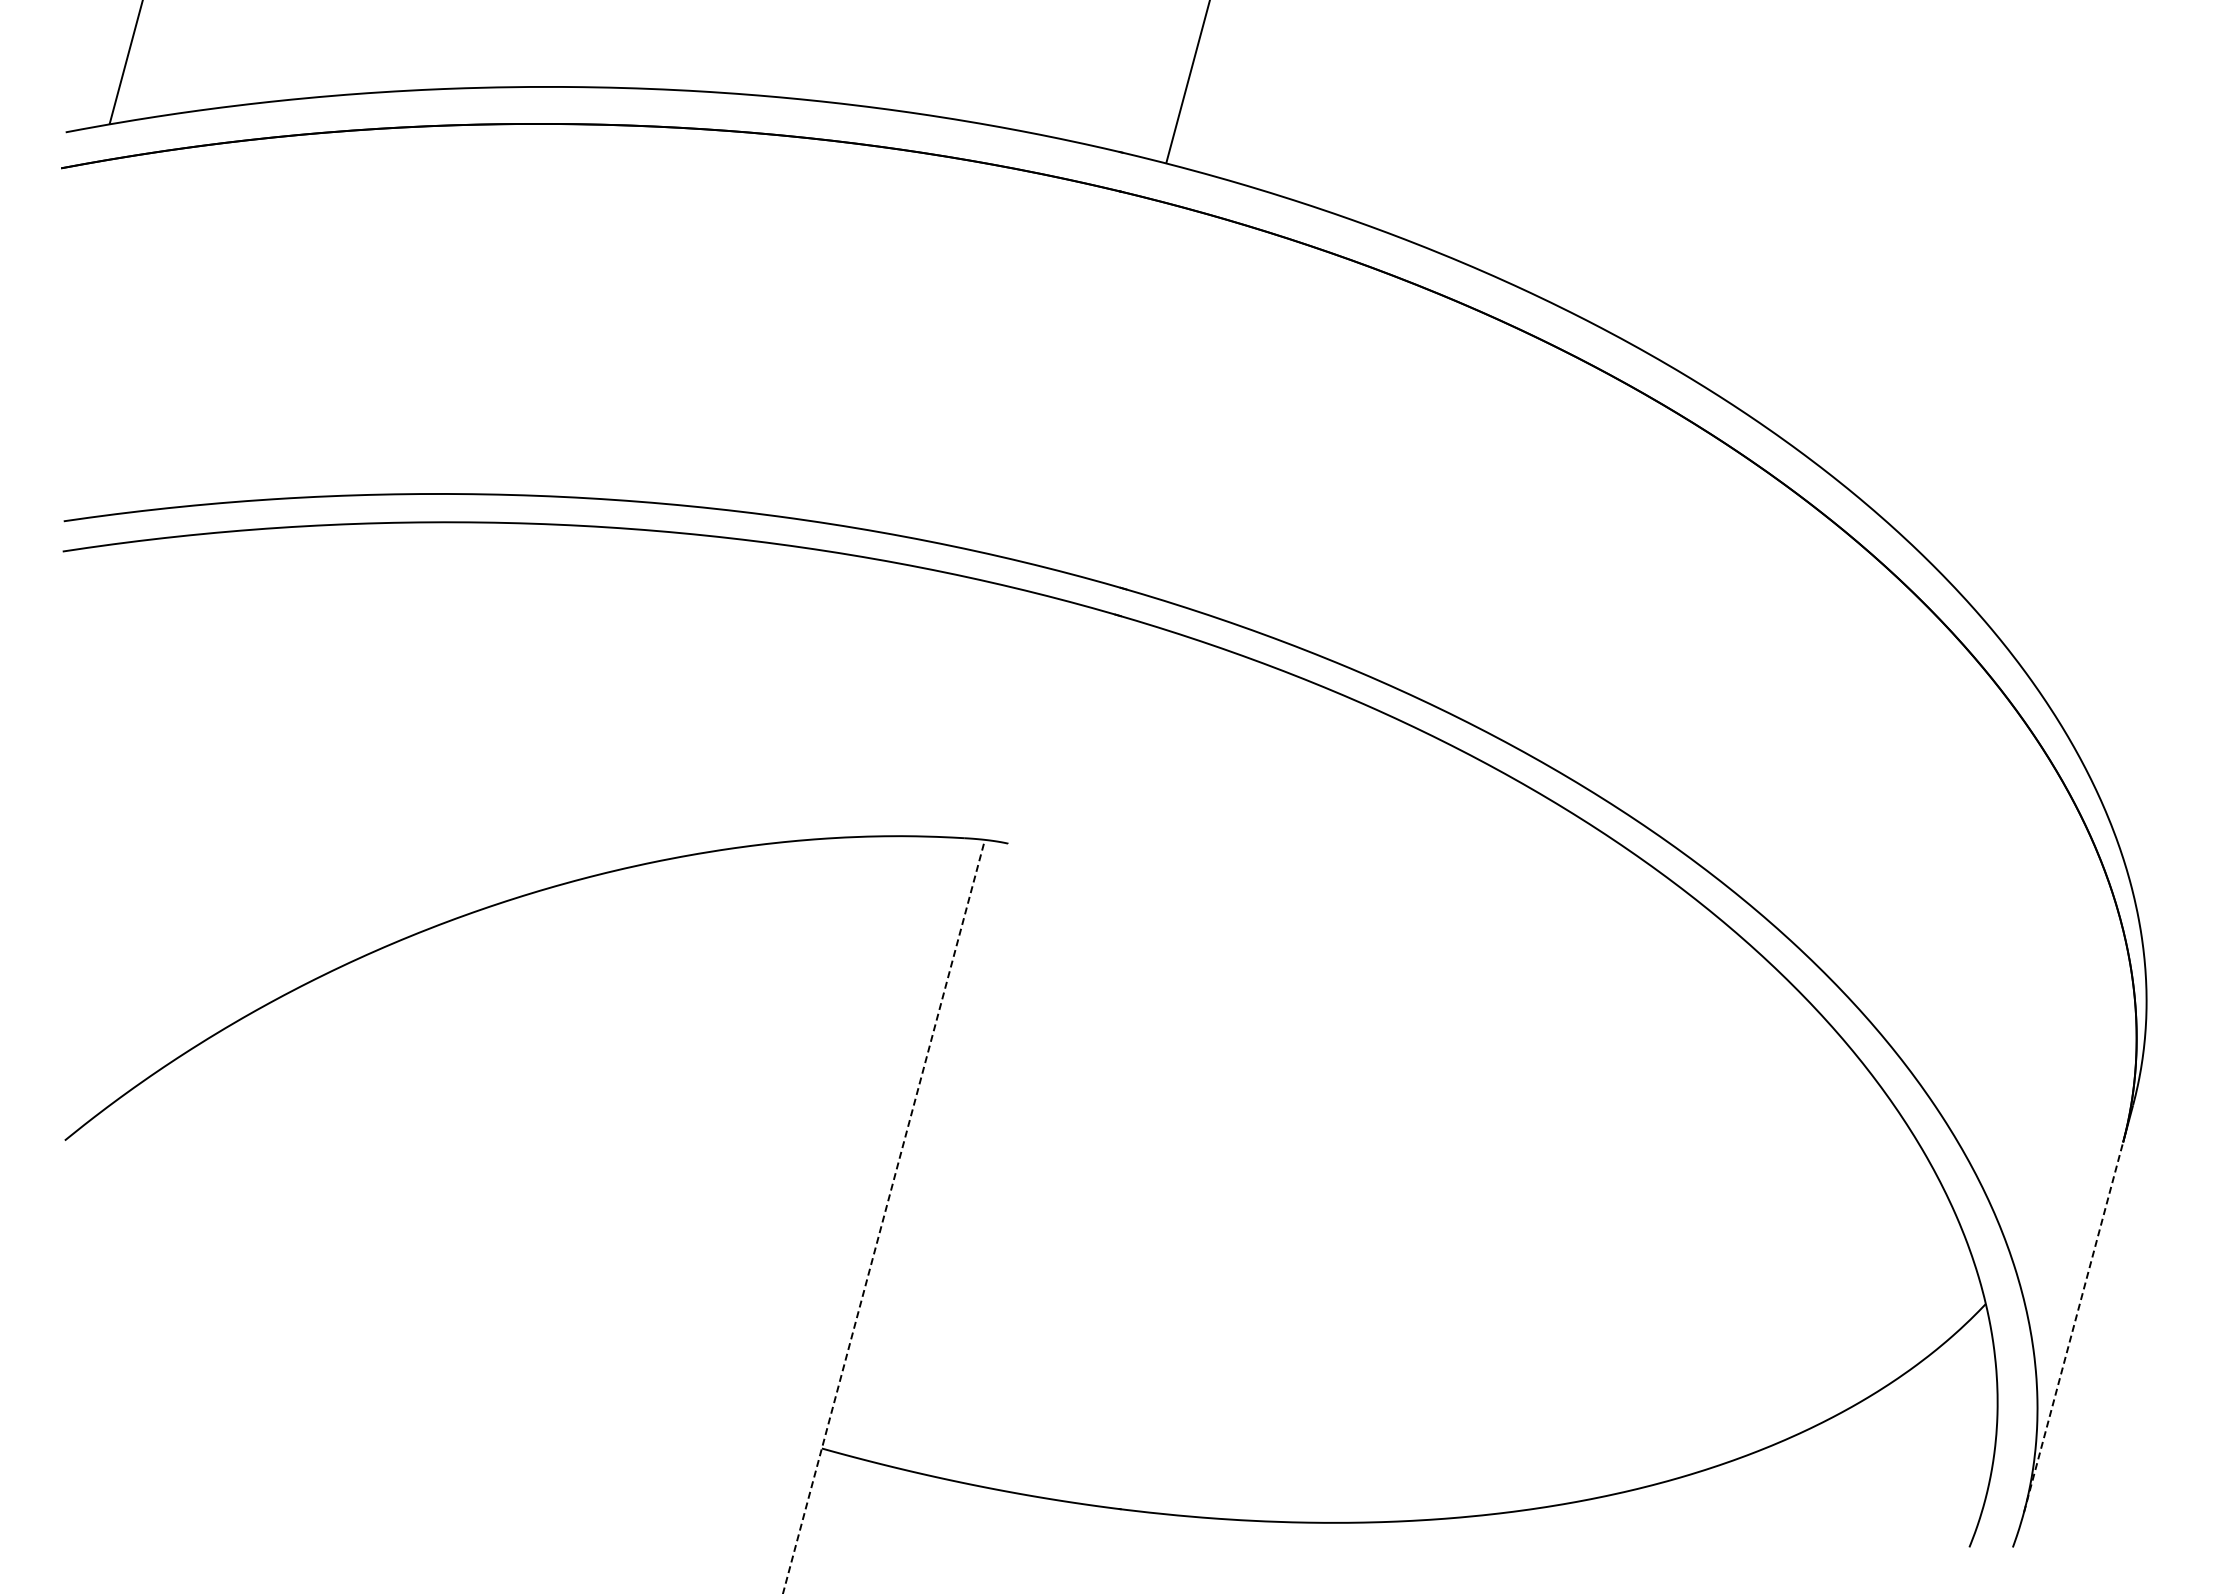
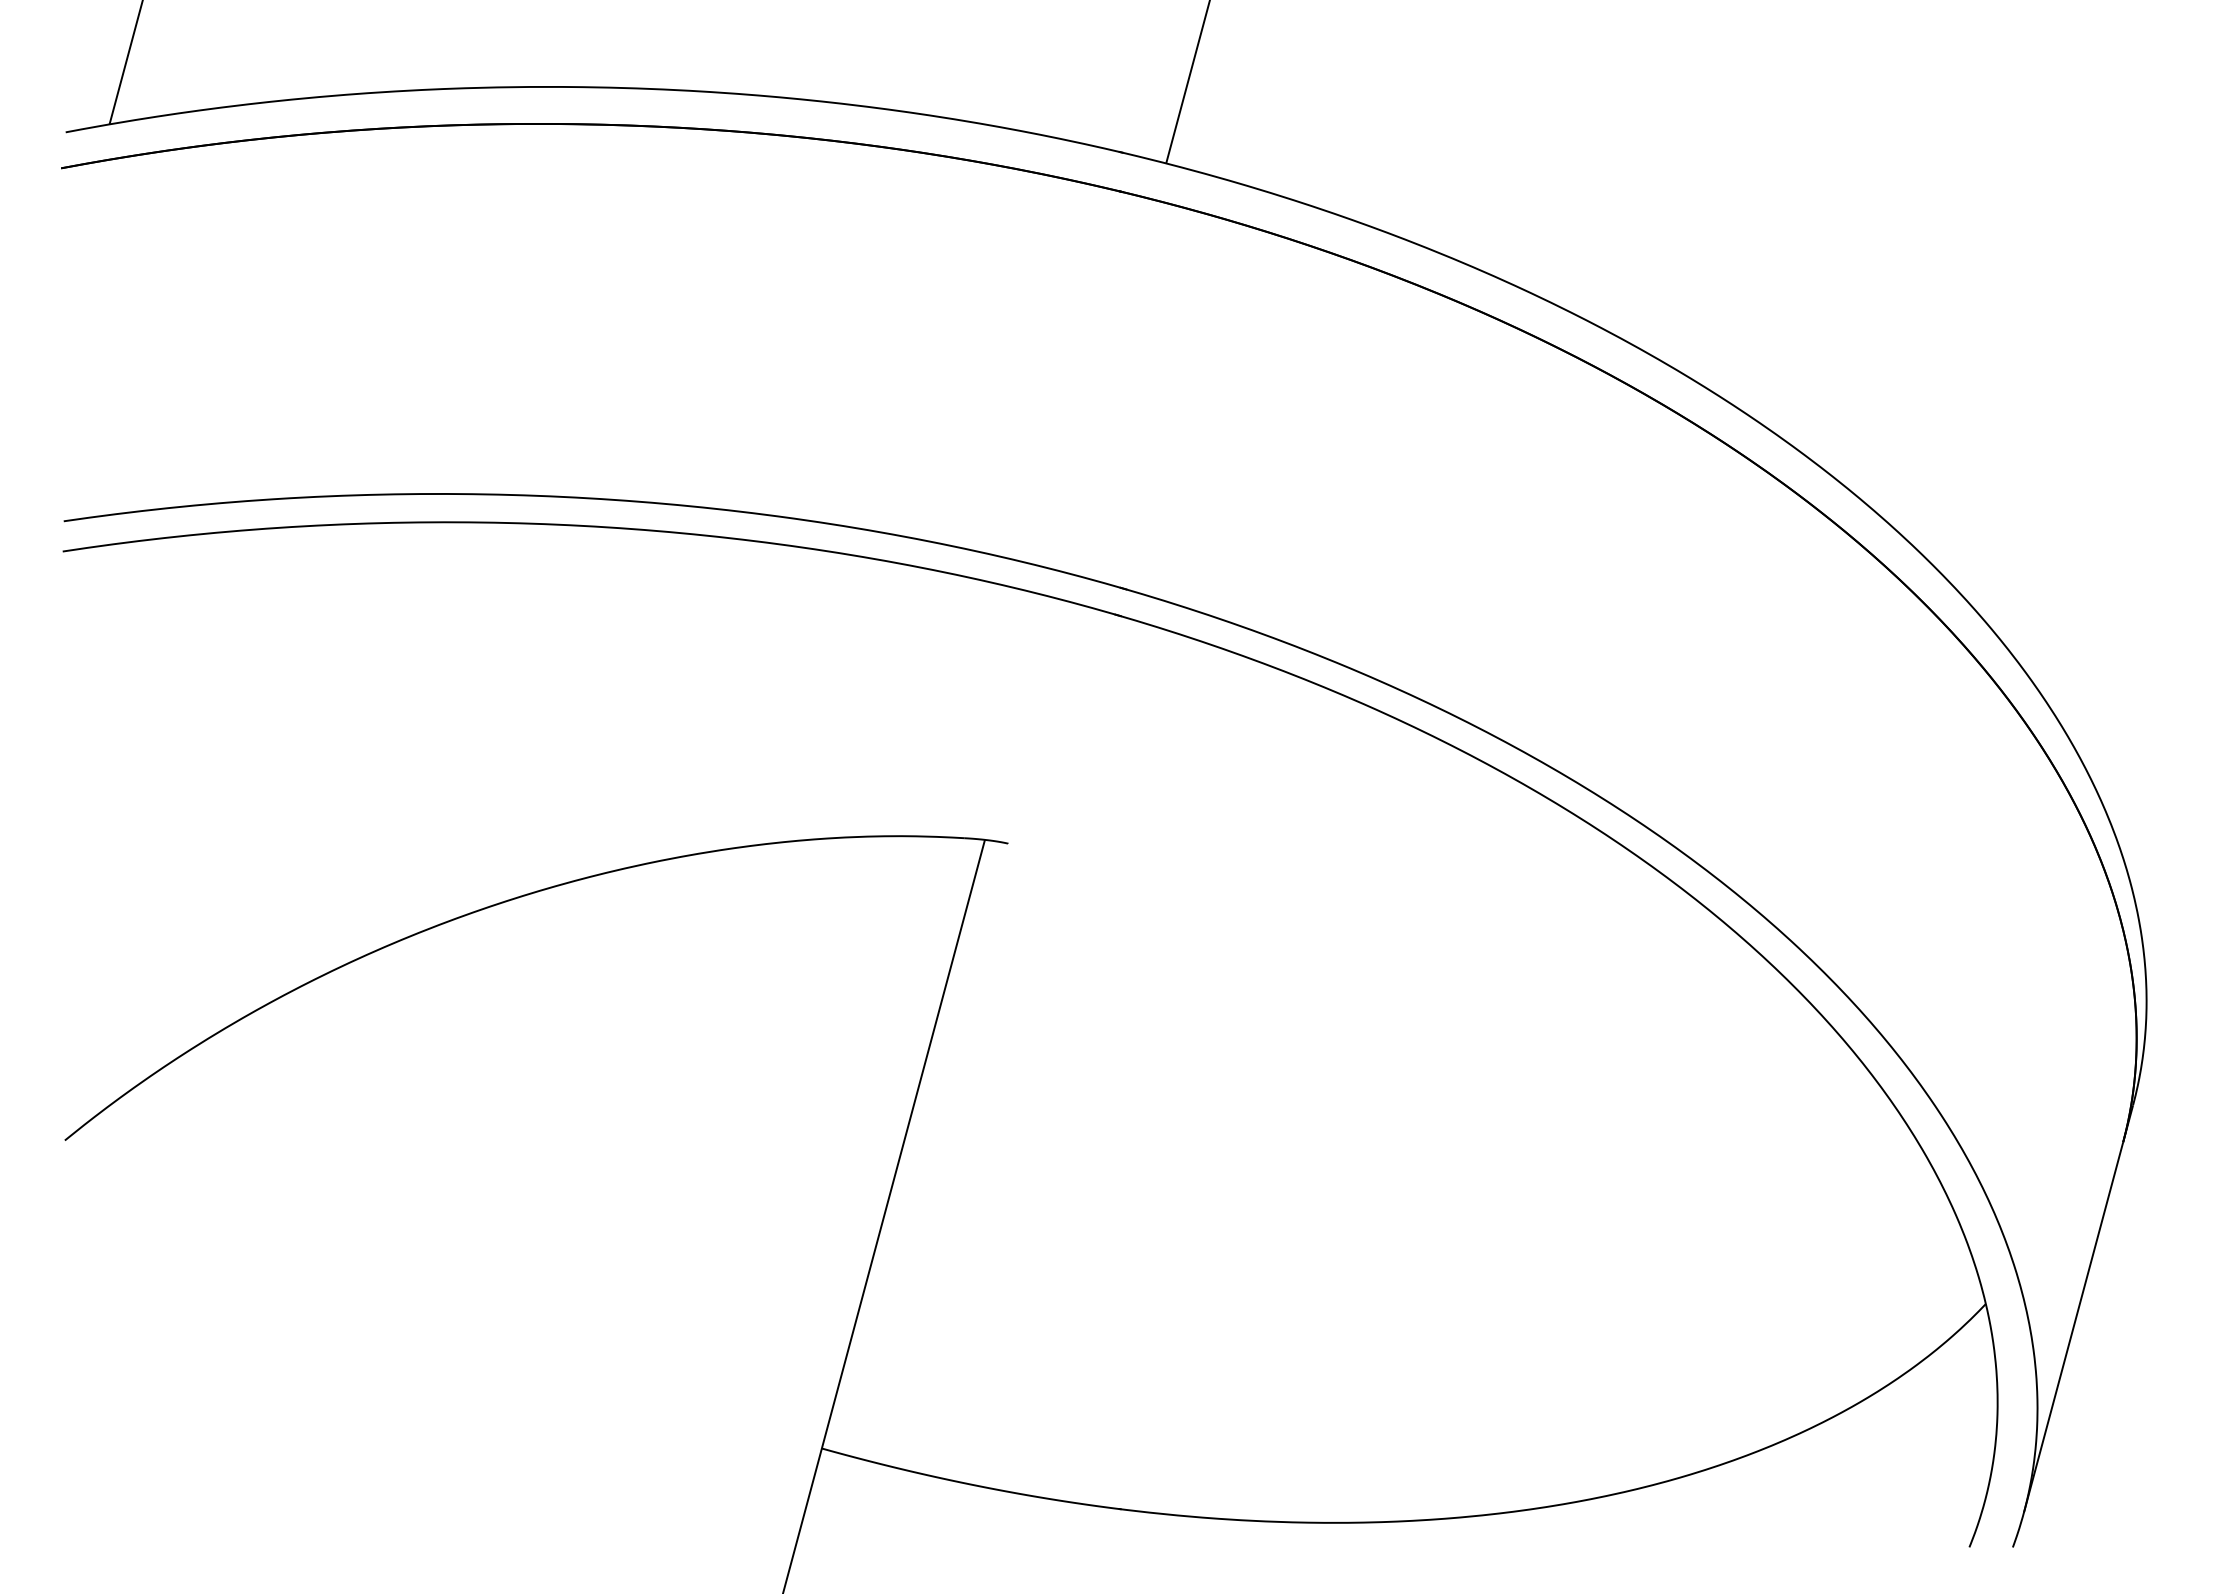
line at (884, 1216): dashed -> solid
line at (2073, 1327): dashed -> solid
